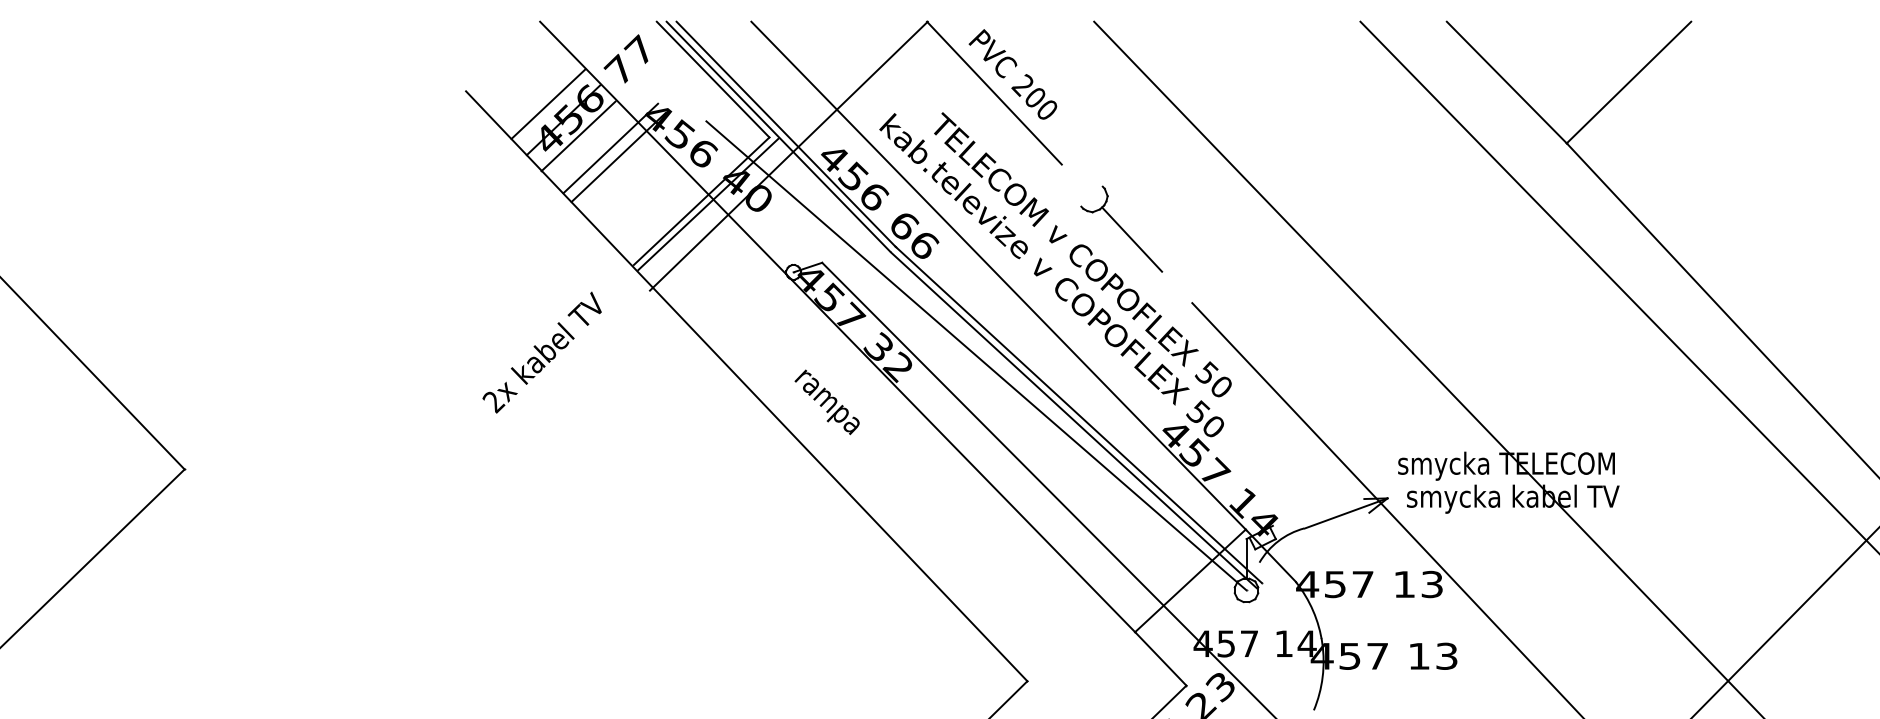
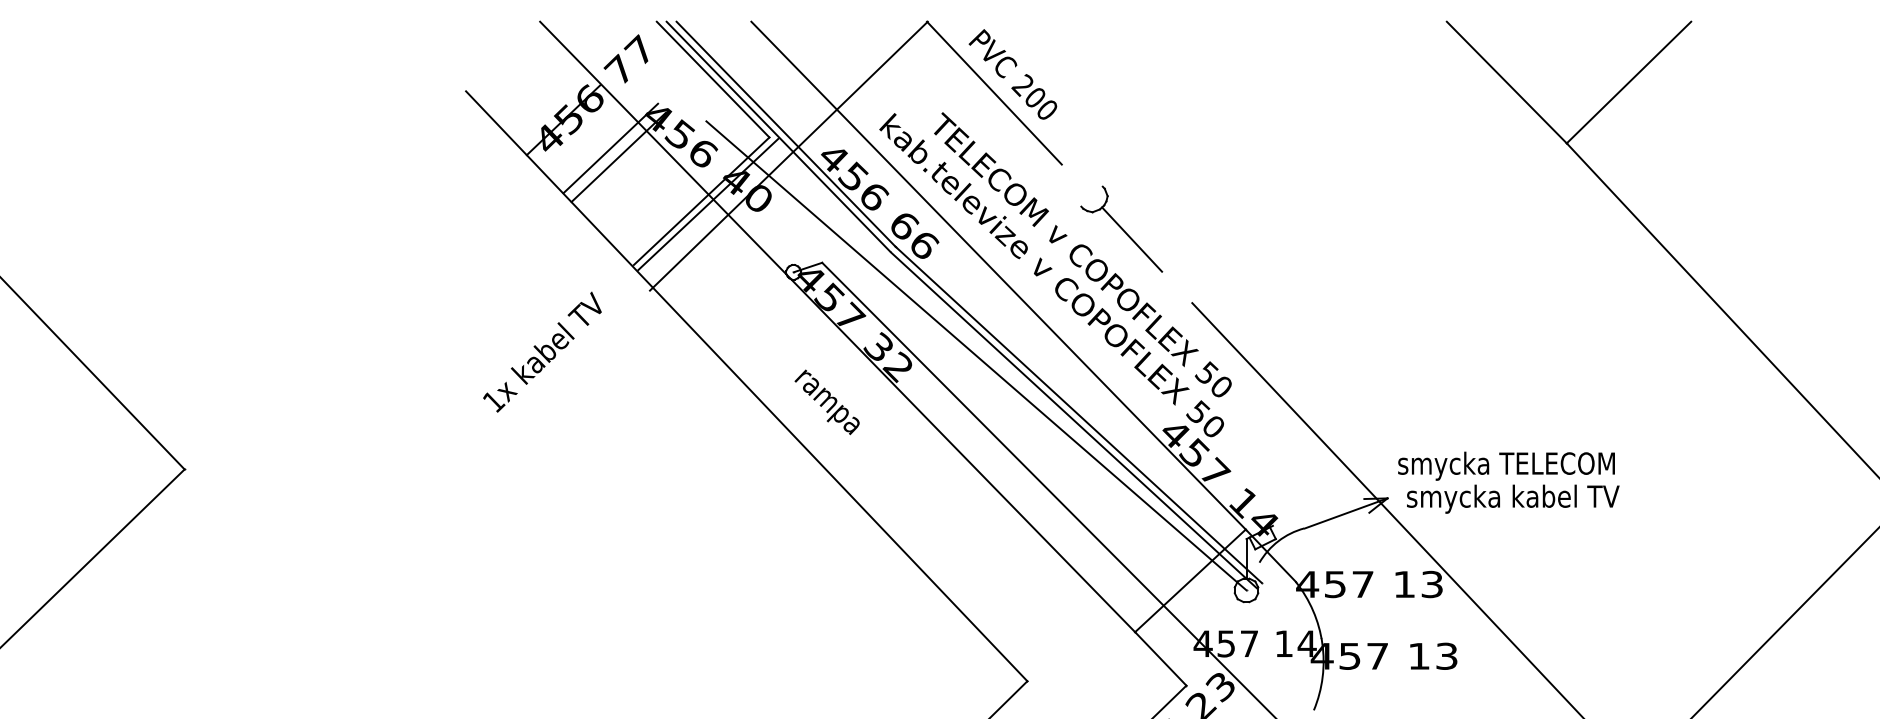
line at (548, 103): present -> none
line at (578, 136): present -> none
line at (1618, 286): present -> none
line at (1427, 368): present -> none
text at (493, 402): 2x -> 1x
